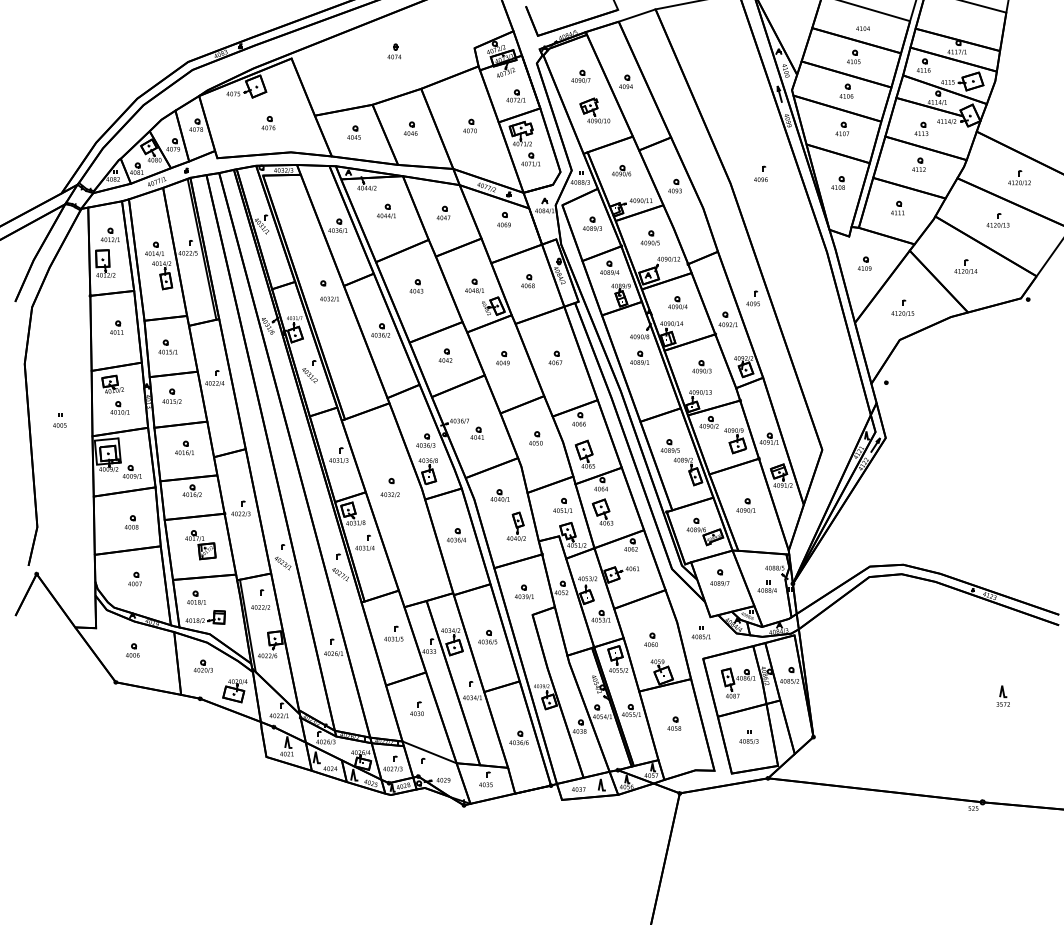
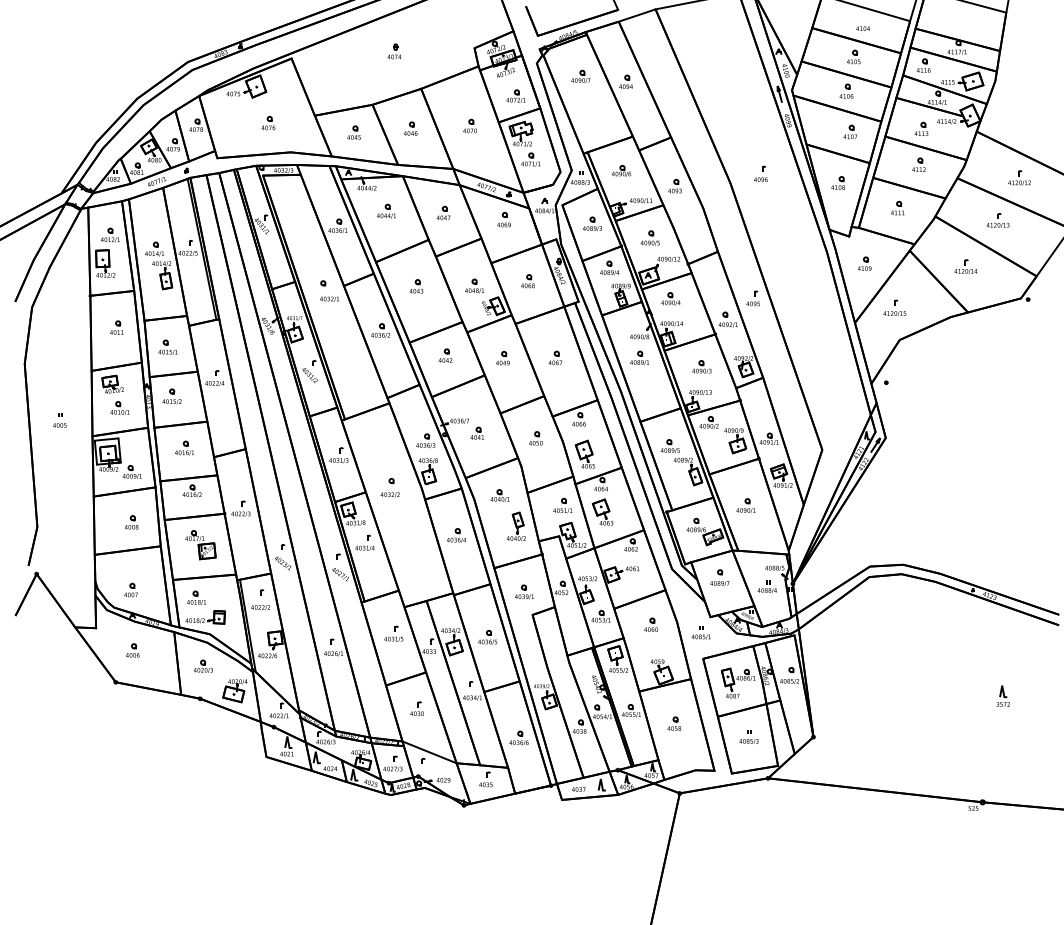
part at (594, 110): present -> none
part at (841, 128) position: (841, 128) -> (849, 131)
part at (677, 302) position: (677, 302) -> (670, 298)
part at (902, 307) position: (902, 307) -> (894, 307)
part at (134, 578) position: (134, 578) -> (130, 589)
part at (650, 639) position: (650, 639) -> (650, 624)
